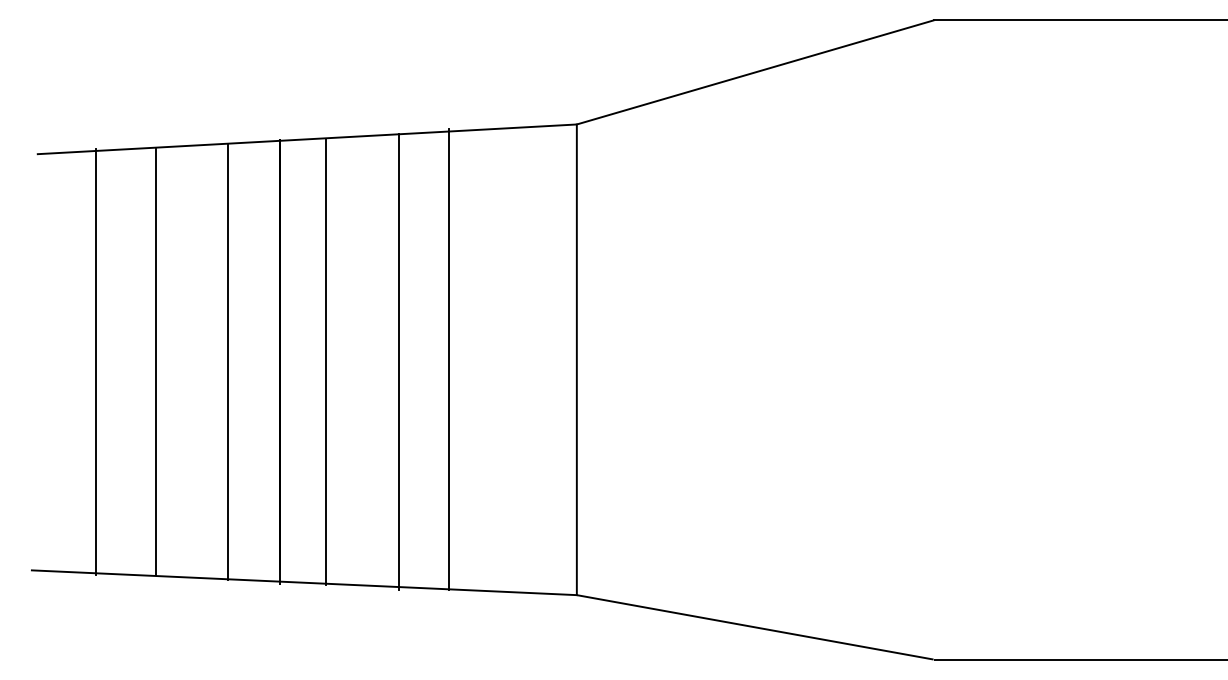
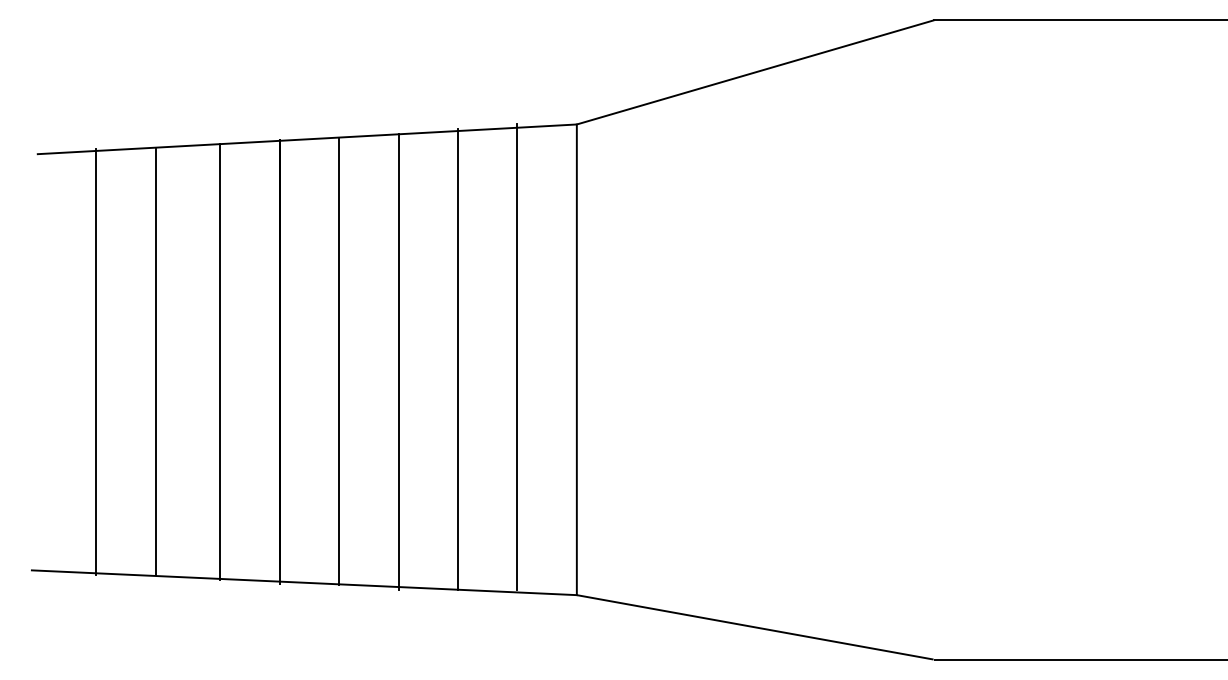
line at (517, 357): none -> present
line at (448, 359) position: (448, 359) -> (457, 359)
line at (228, 362) position: (228, 362) -> (220, 362)
line at (326, 362) position: (326, 362) -> (339, 362)
